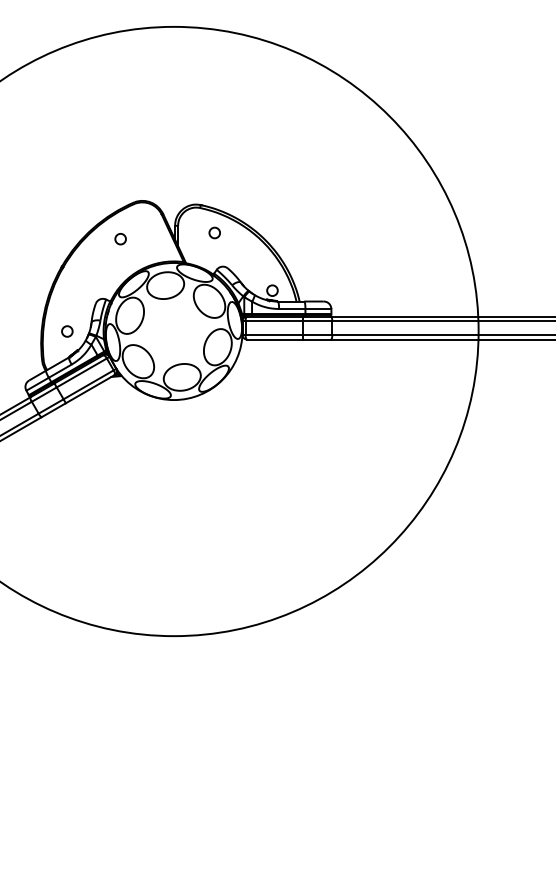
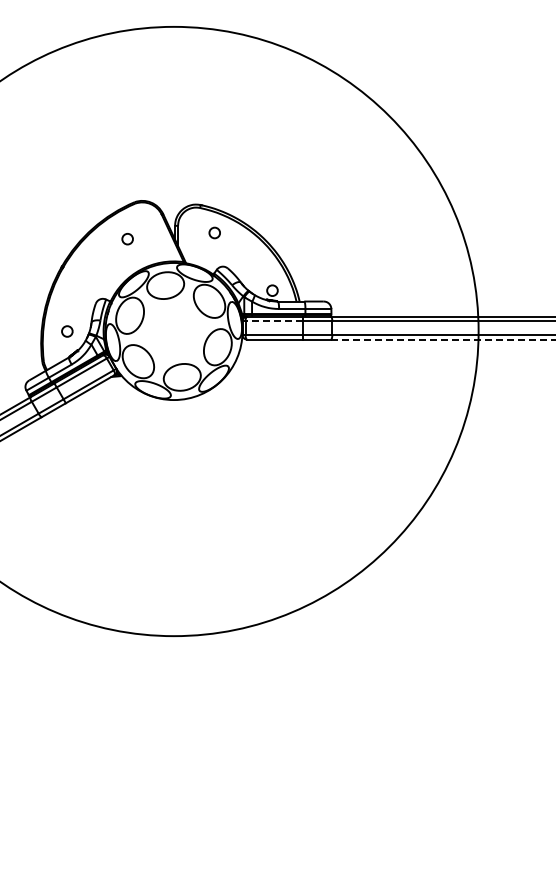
circle at (120, 239) position: (120, 239) -> (127, 239)
line at (274, 321): solid -> dashed
line at (443, 339): solid -> dashed
